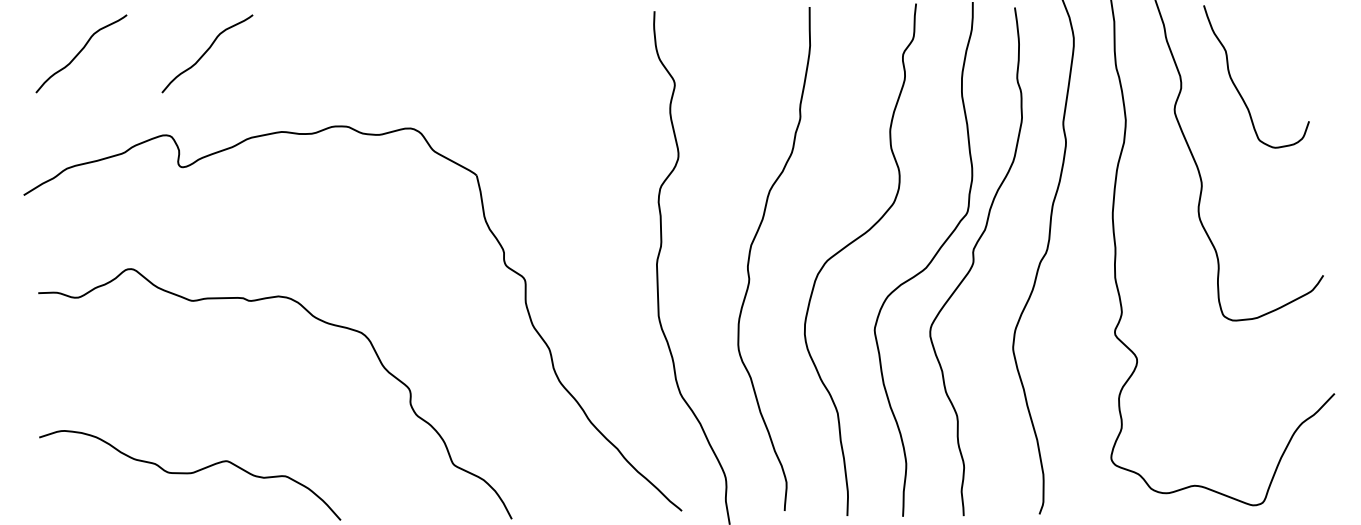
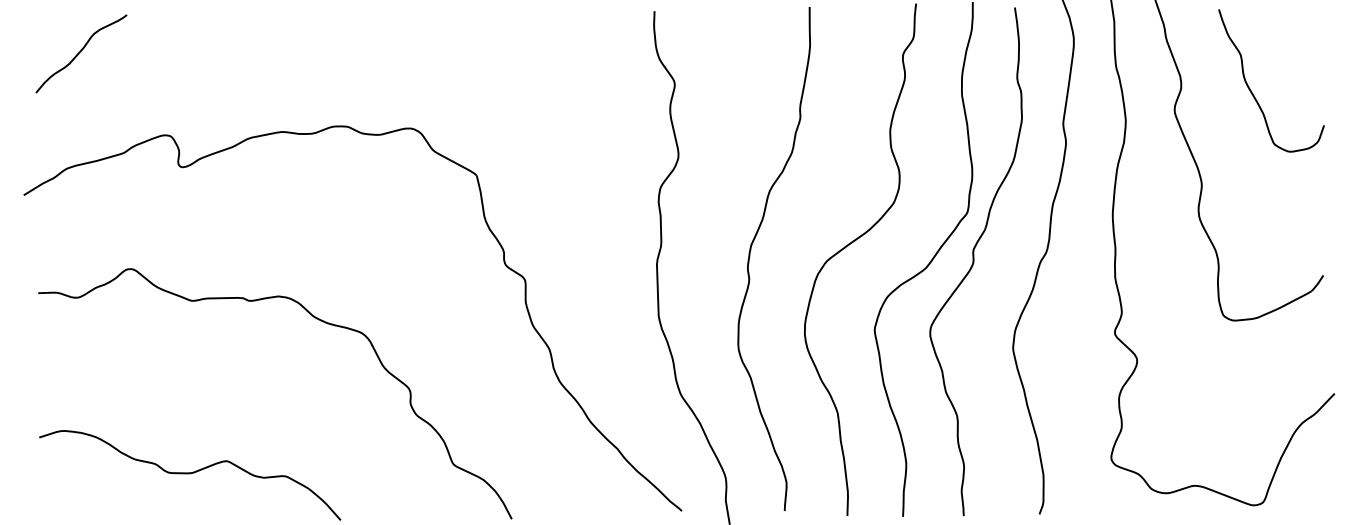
curve at (206, 52): present -> none
curve at (1238, 89) position: (1238, 89) -> (1253, 93)
